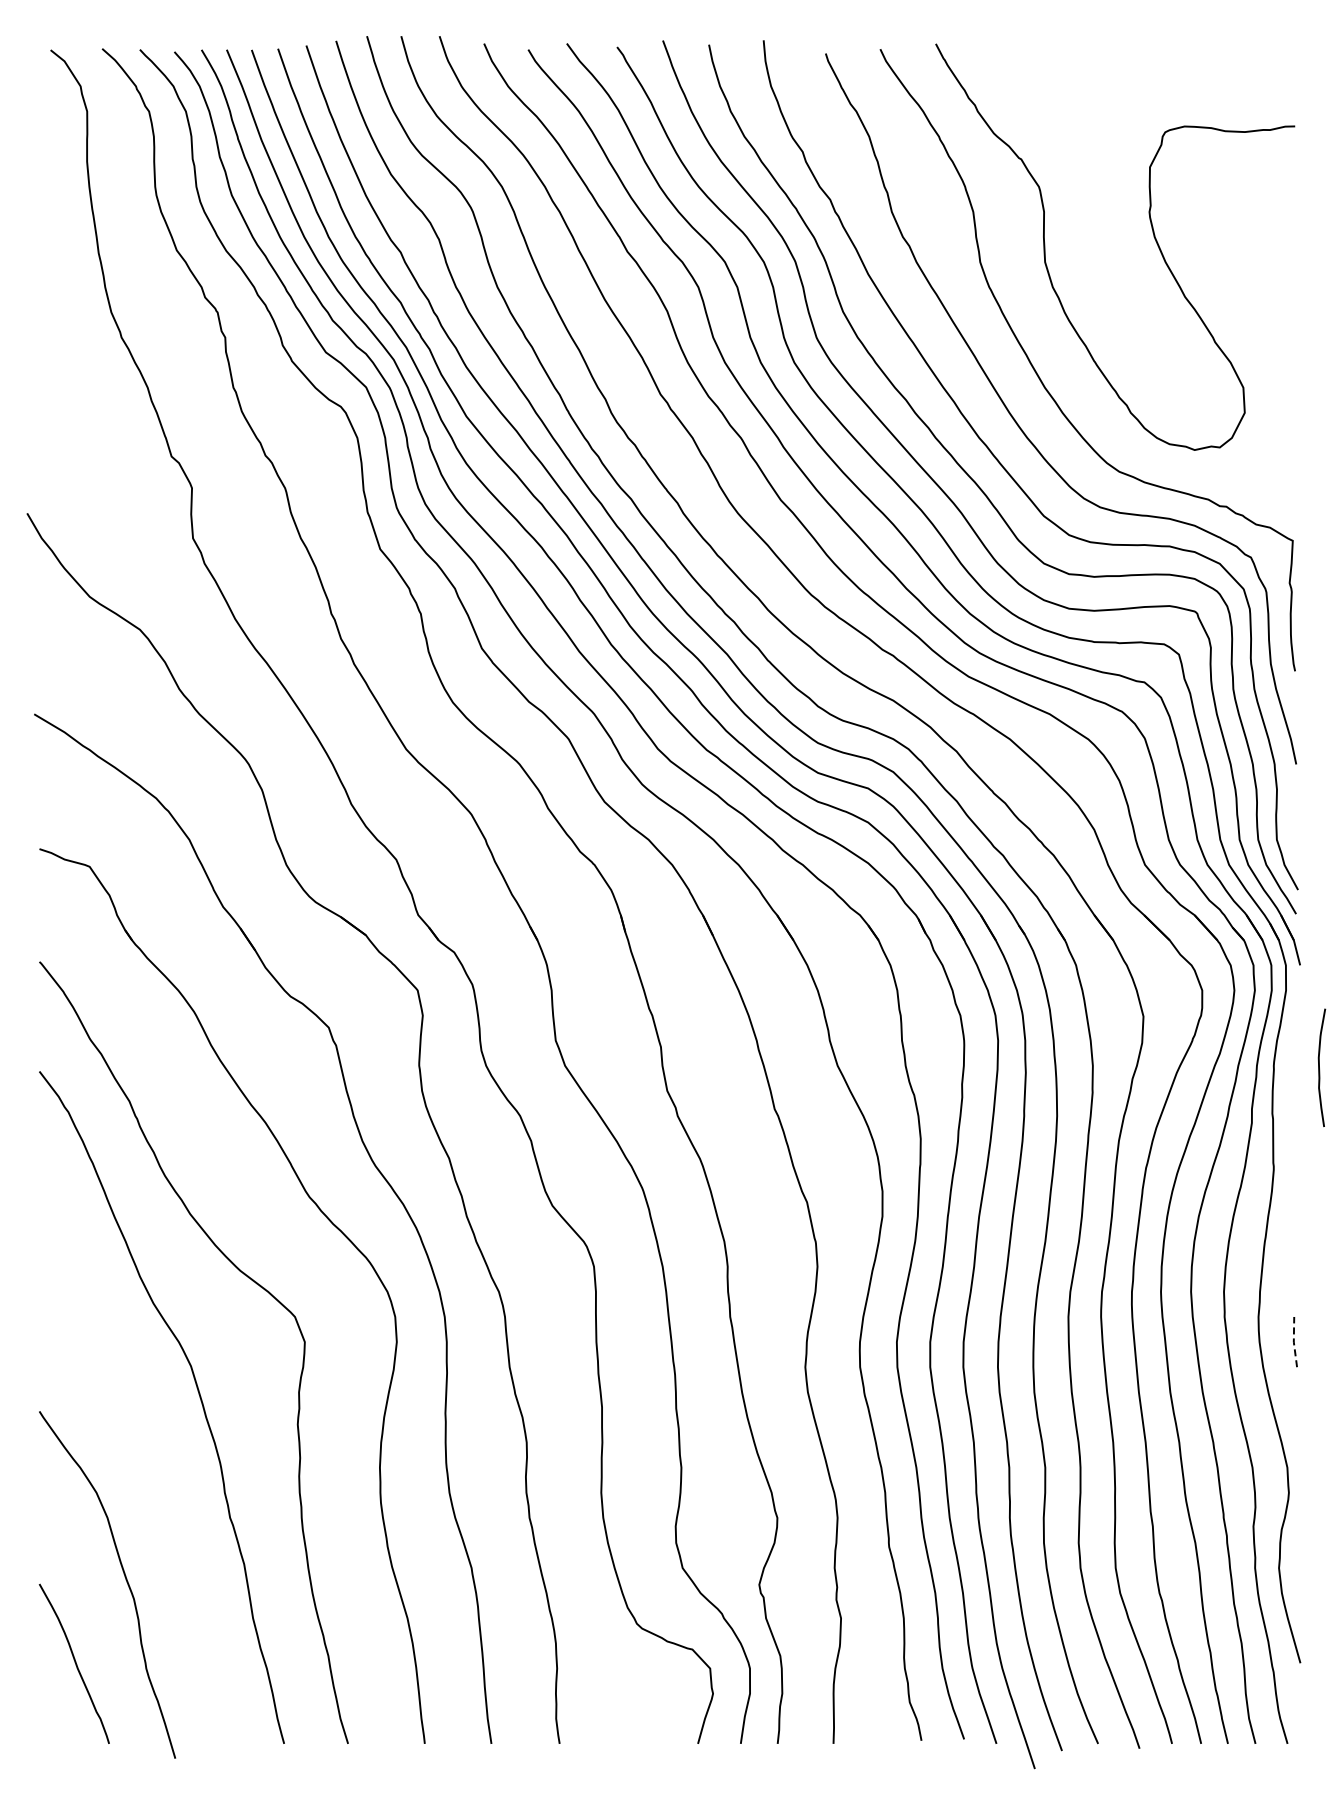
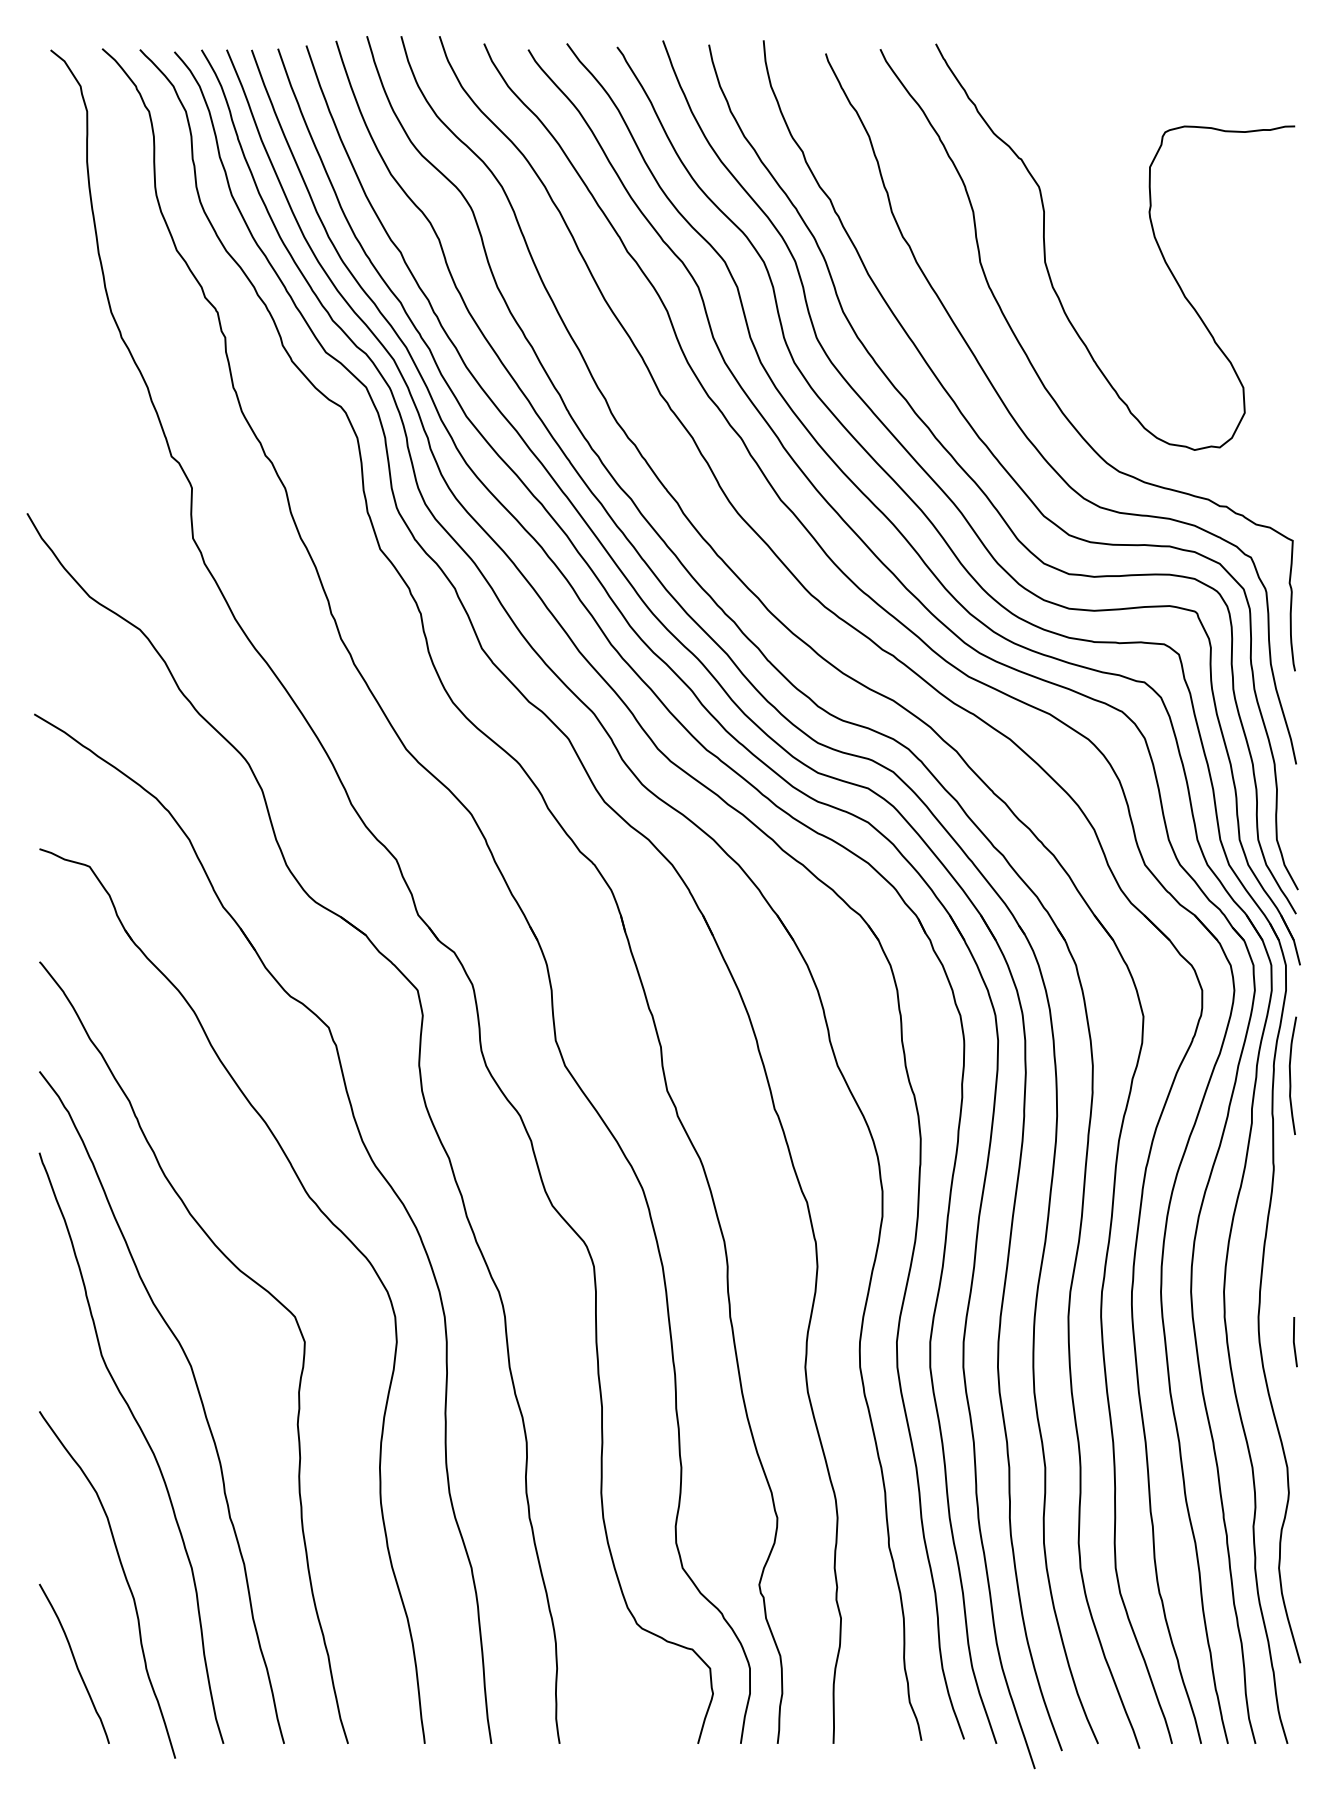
curve at (1319, 1067) position: (1319, 1067) -> (1290, 1075)
line at (1293, 1342): dashed -> solid
curve at (145, 1440): none -> present
